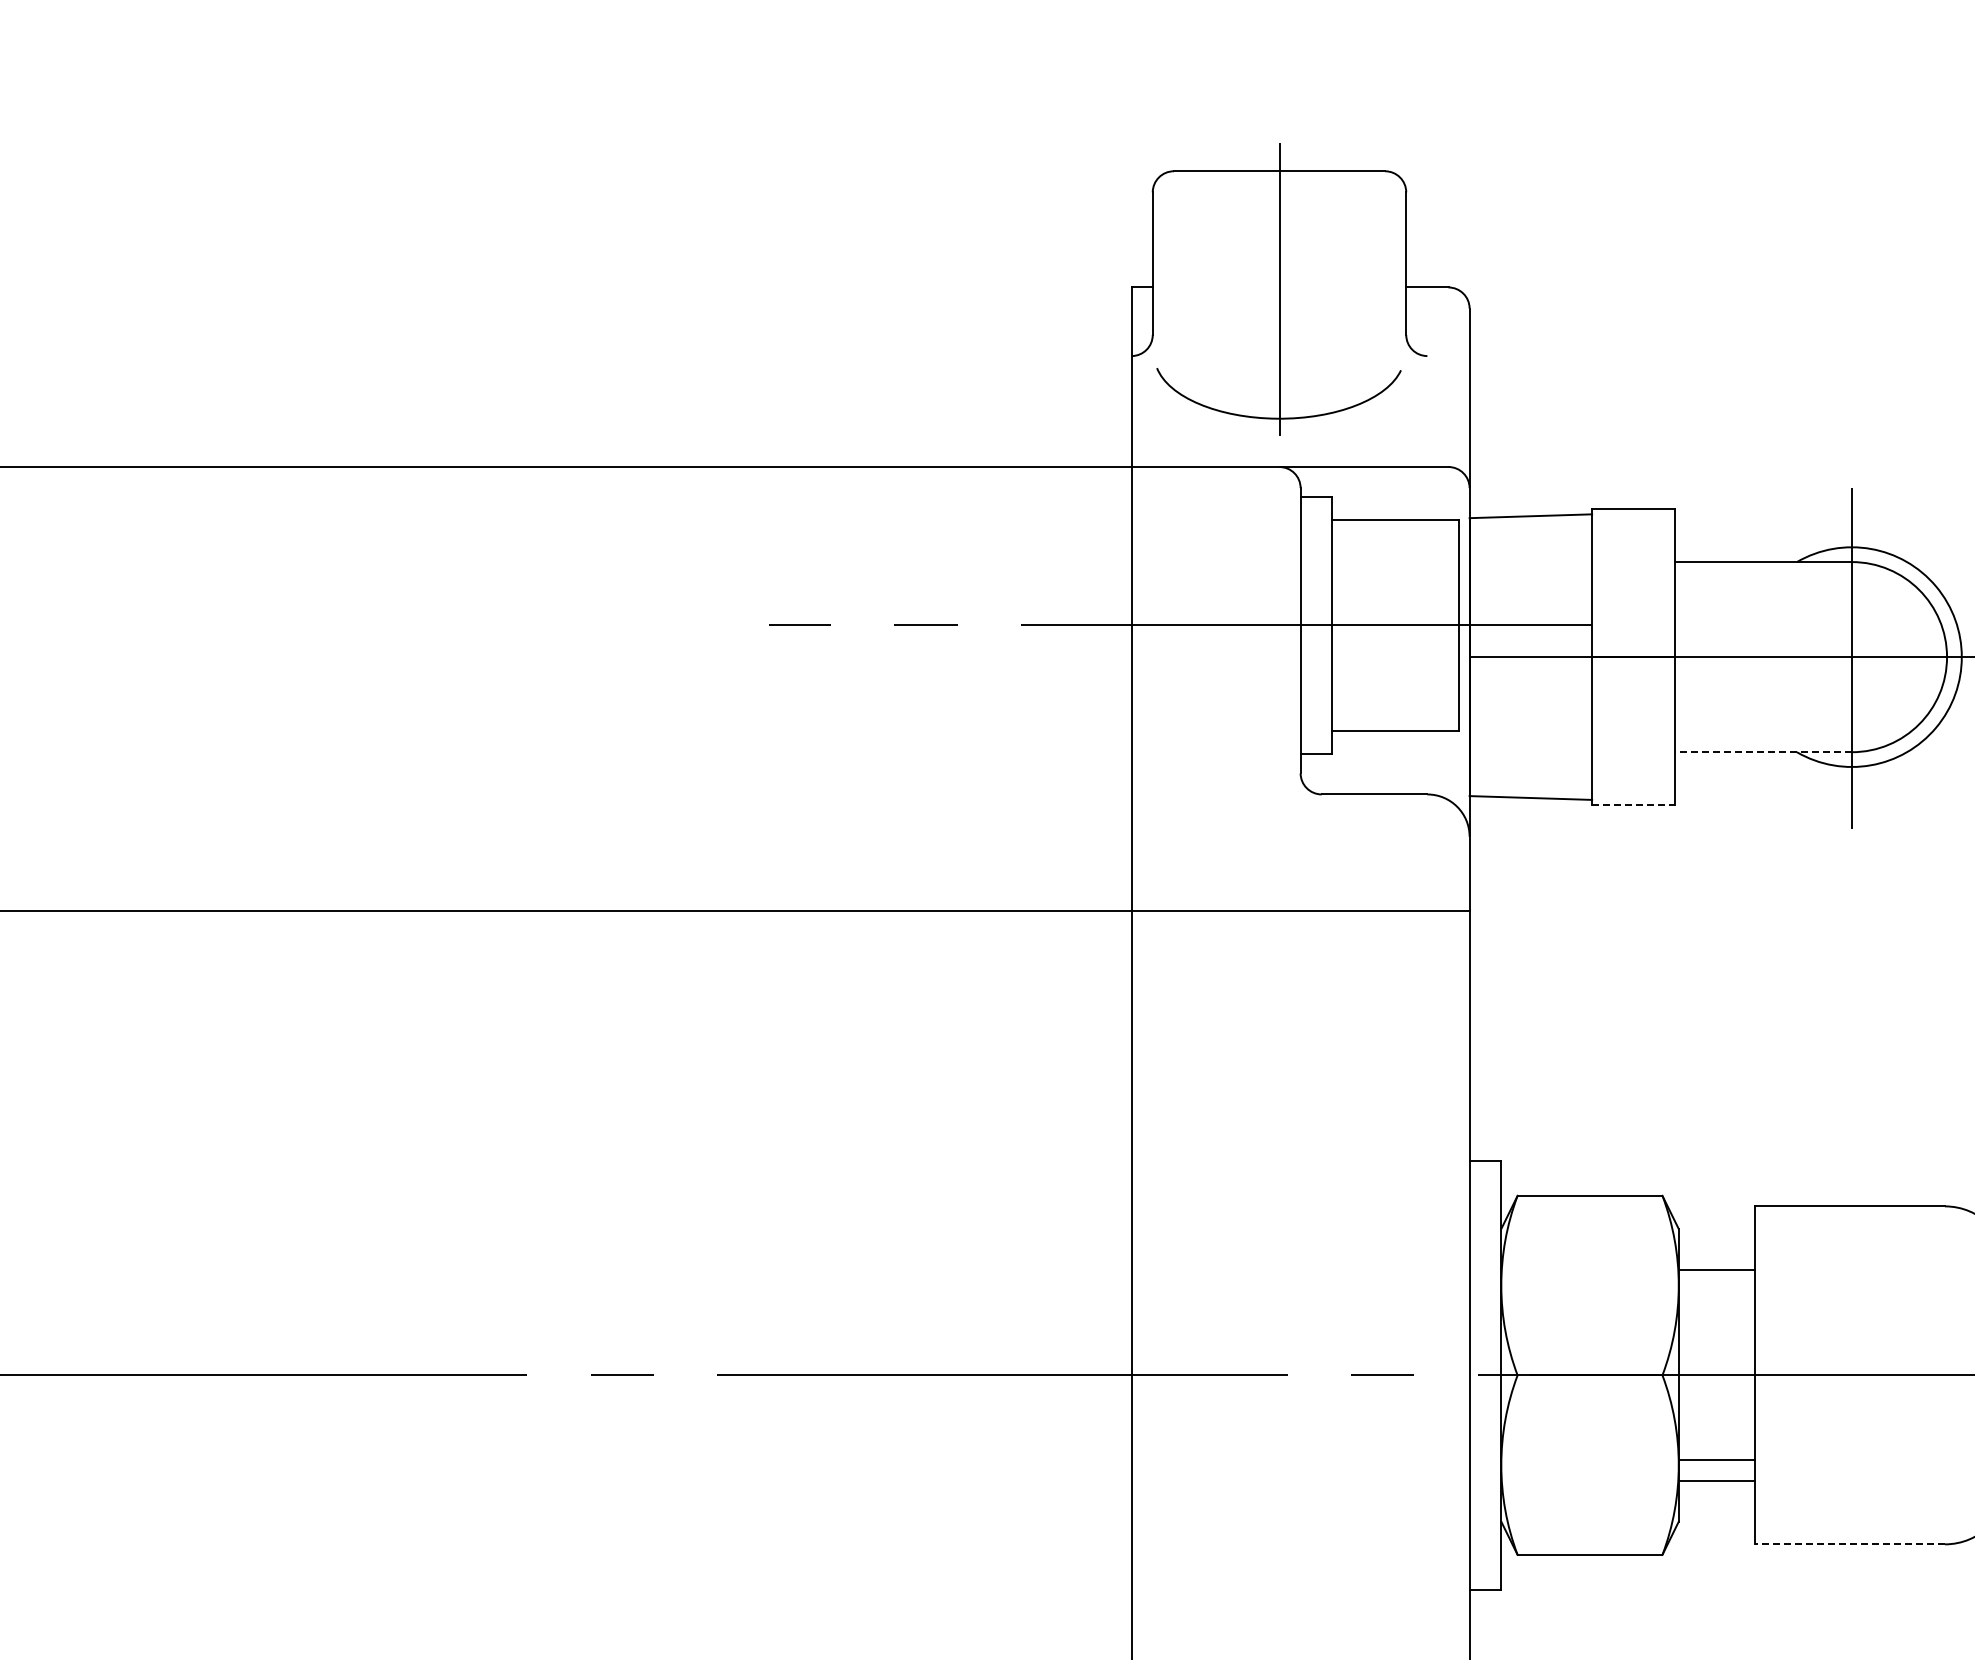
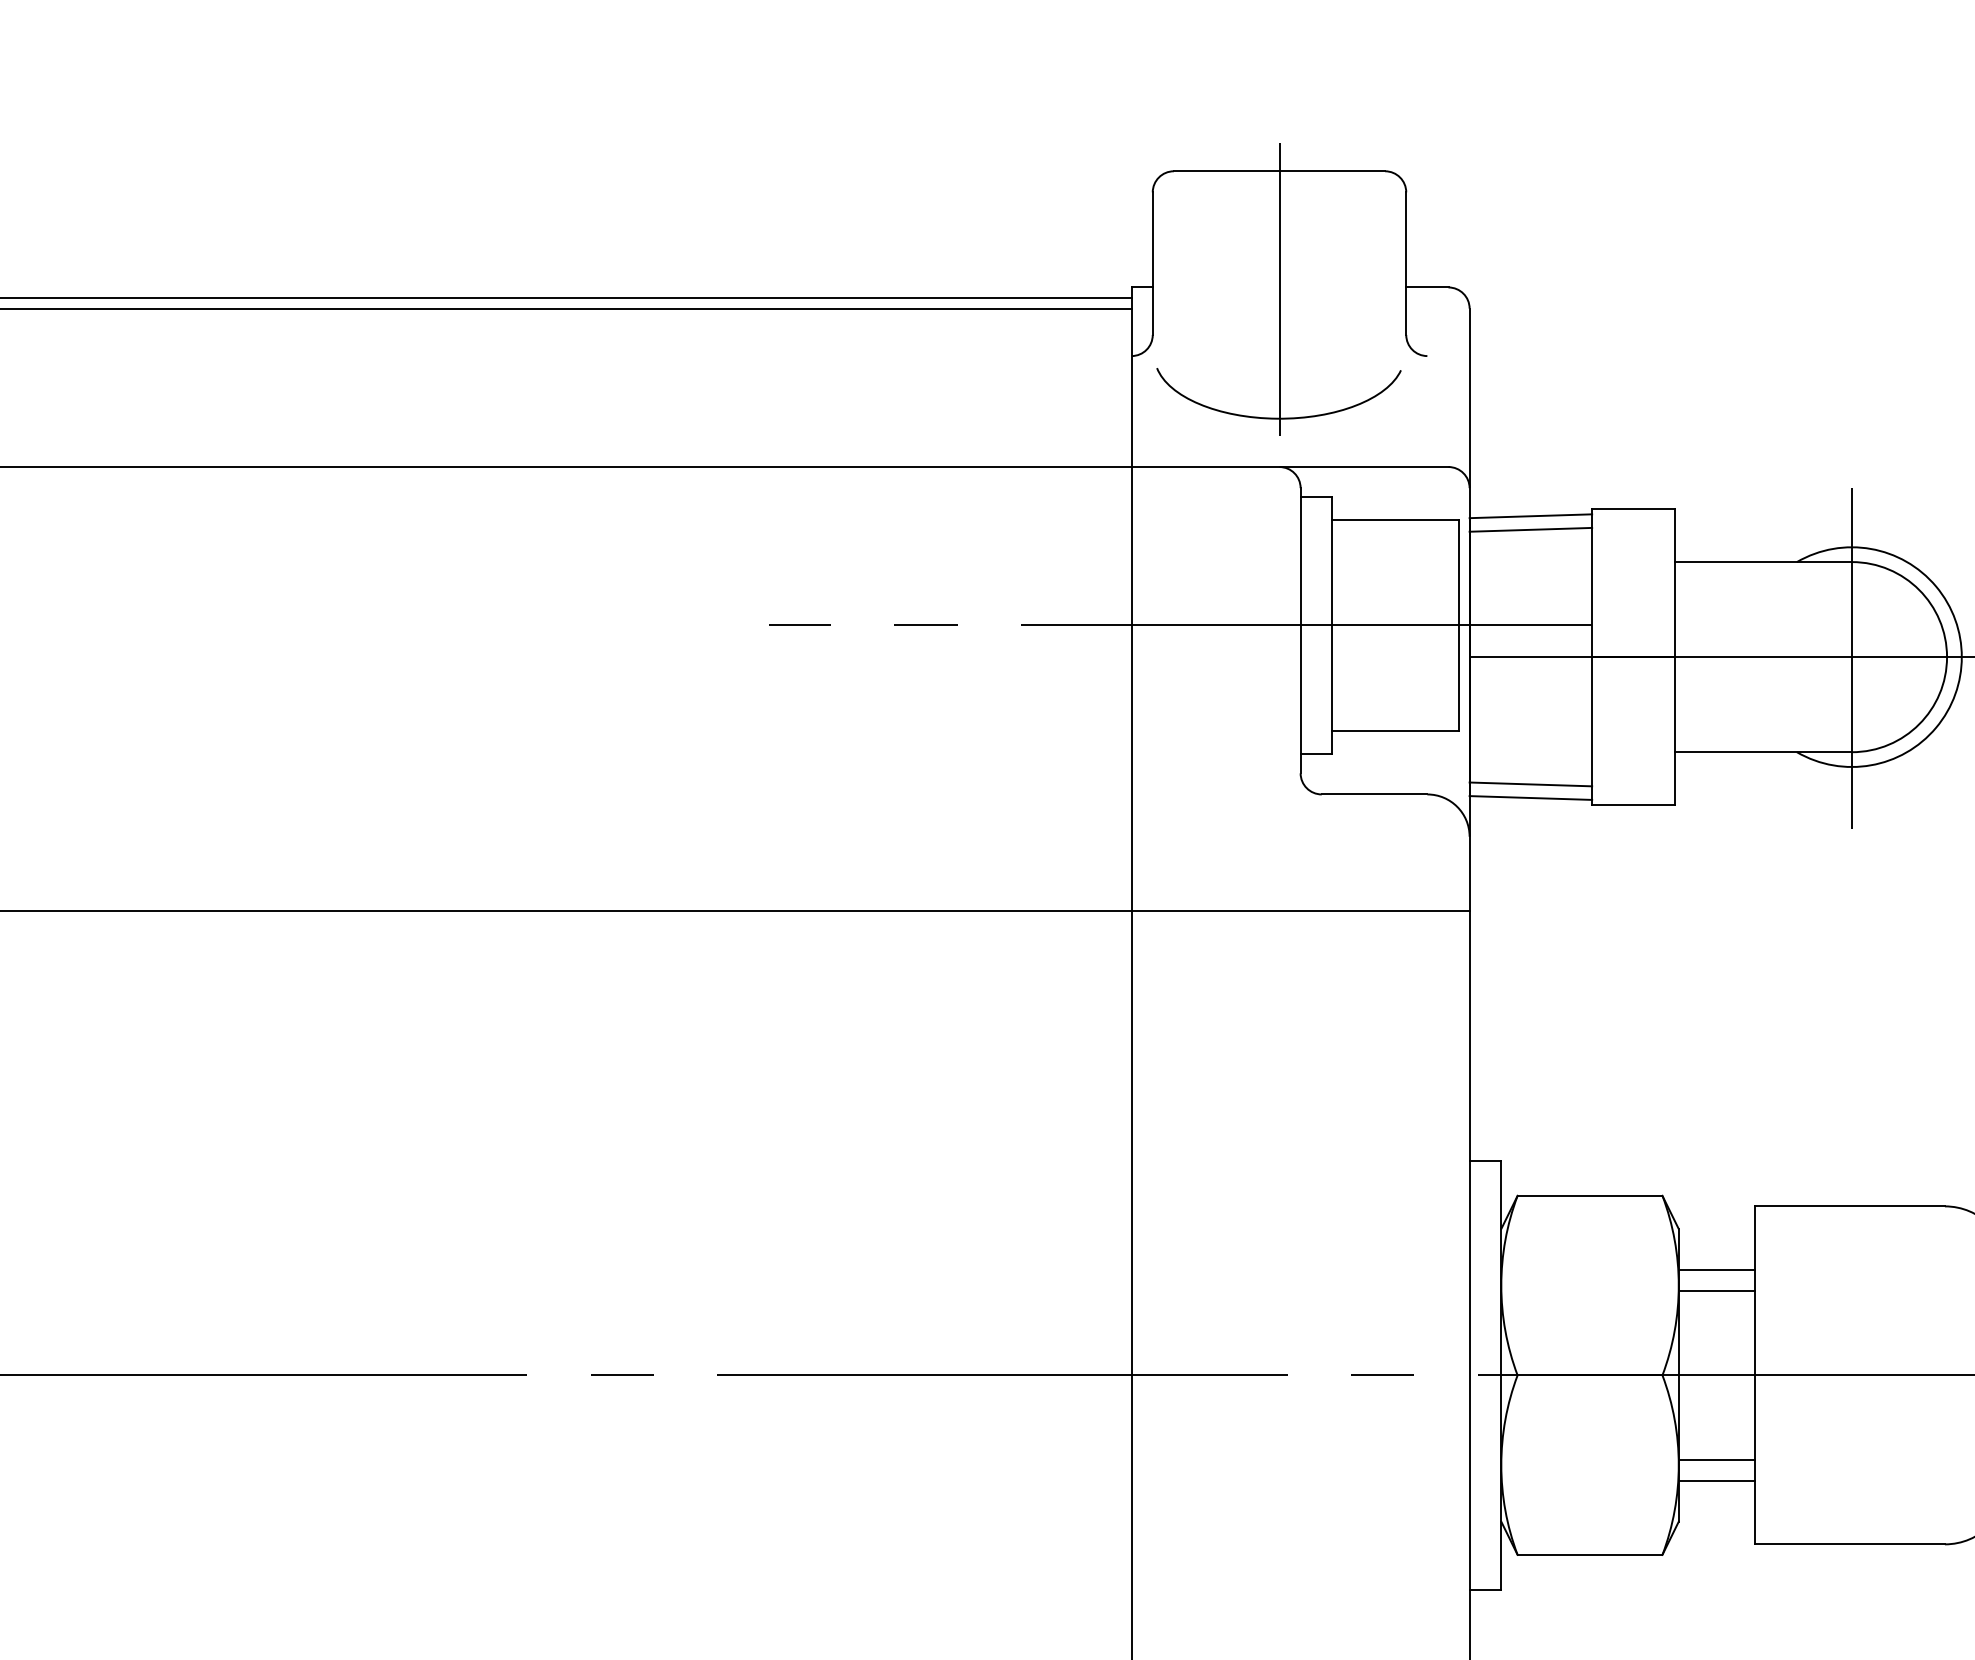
line at (566, 298): none -> present
line at (566, 308): none -> present
line at (1530, 529): none -> present
line at (1763, 752): dashed -> solid
line at (1530, 784): none -> present
line at (1633, 805): dashed -> solid
line at (1716, 1290): none -> present
line at (1849, 1544): dashed -> solid
